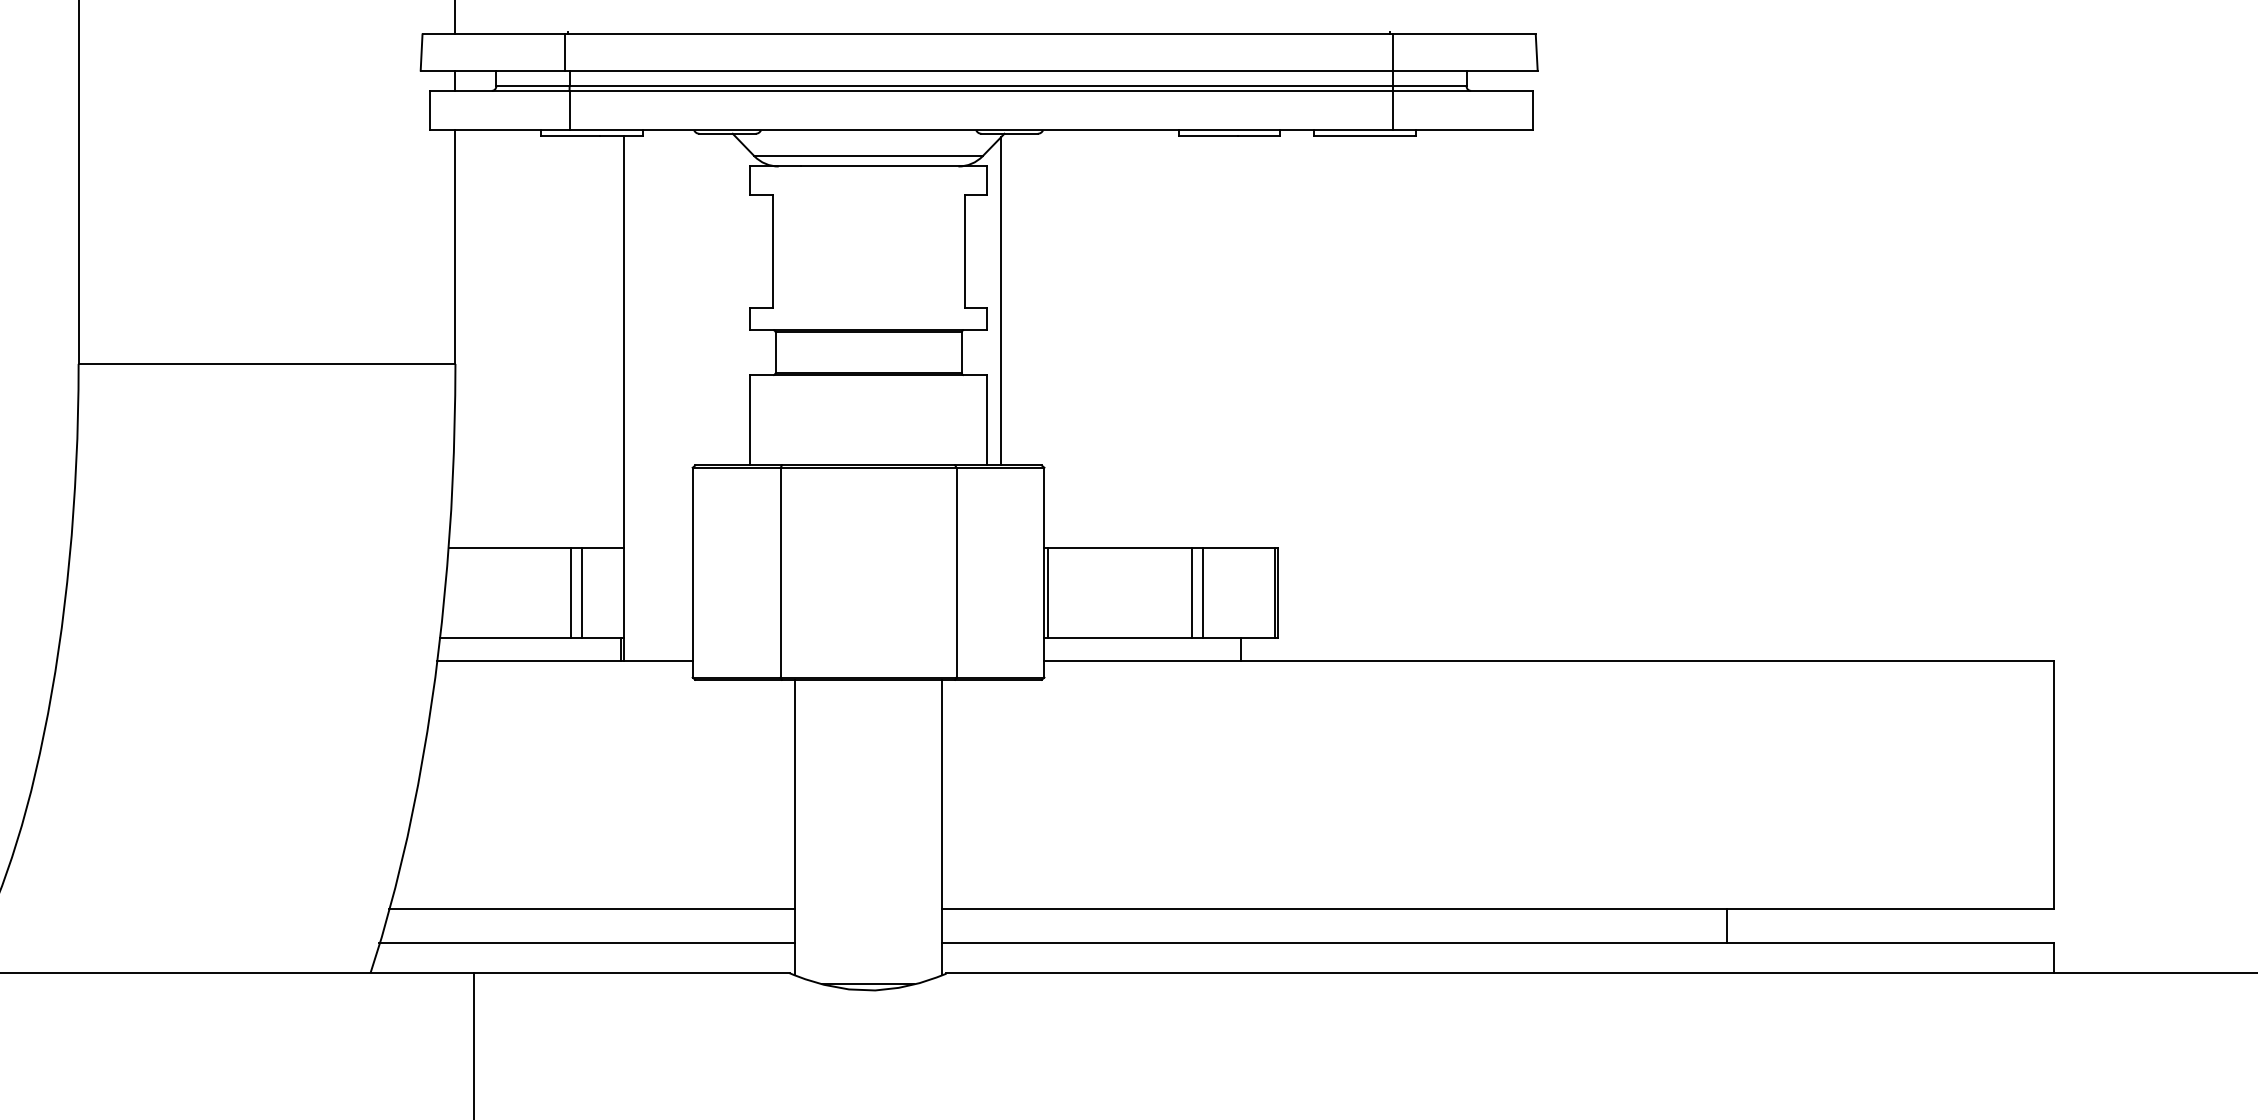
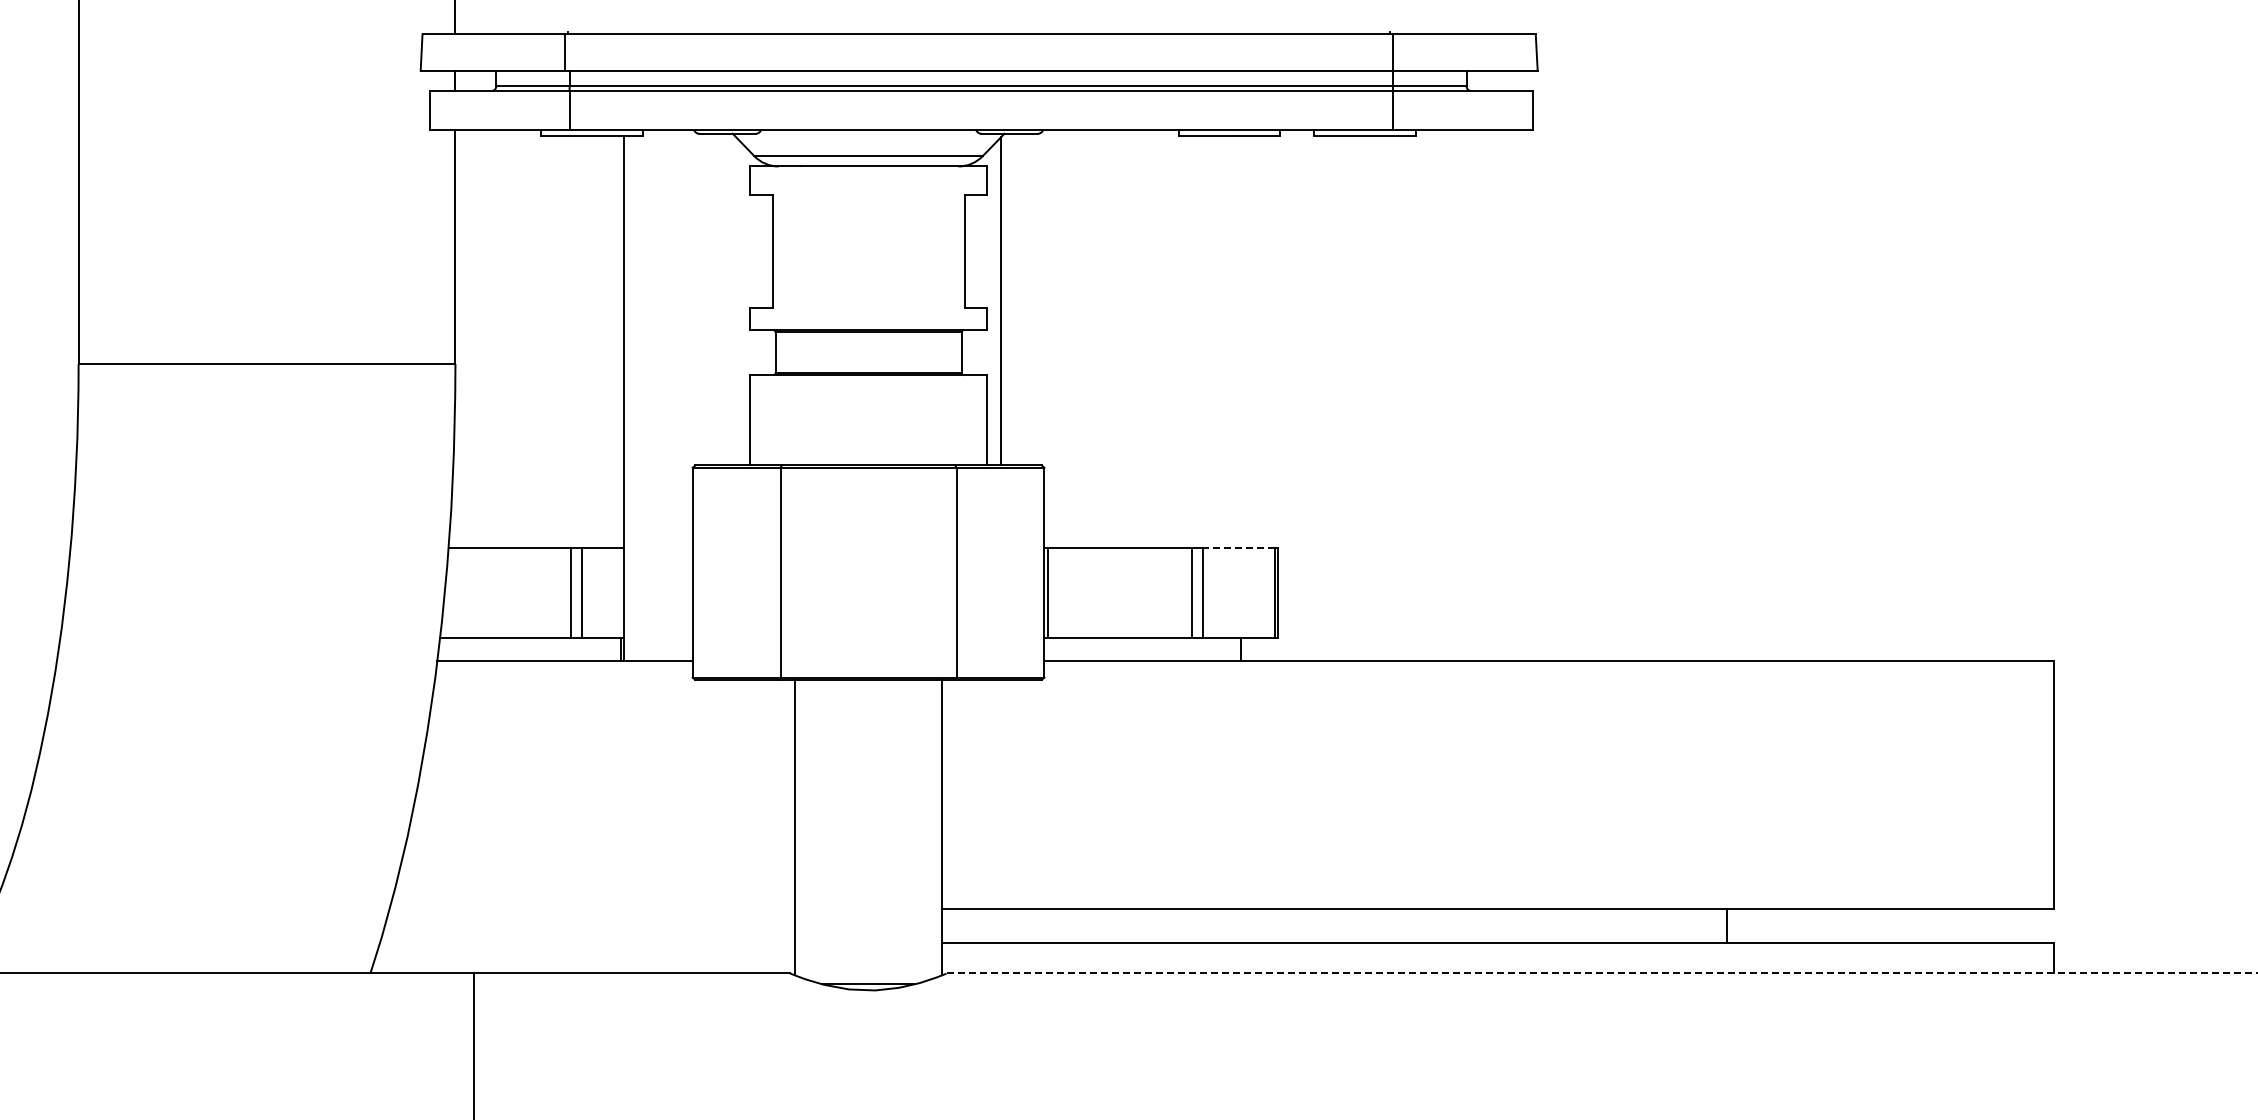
line at (1238, 547): solid -> dashed
line at (592, 908): present -> none
line at (587, 942): present -> none
line at (1602, 973): solid -> dashed
